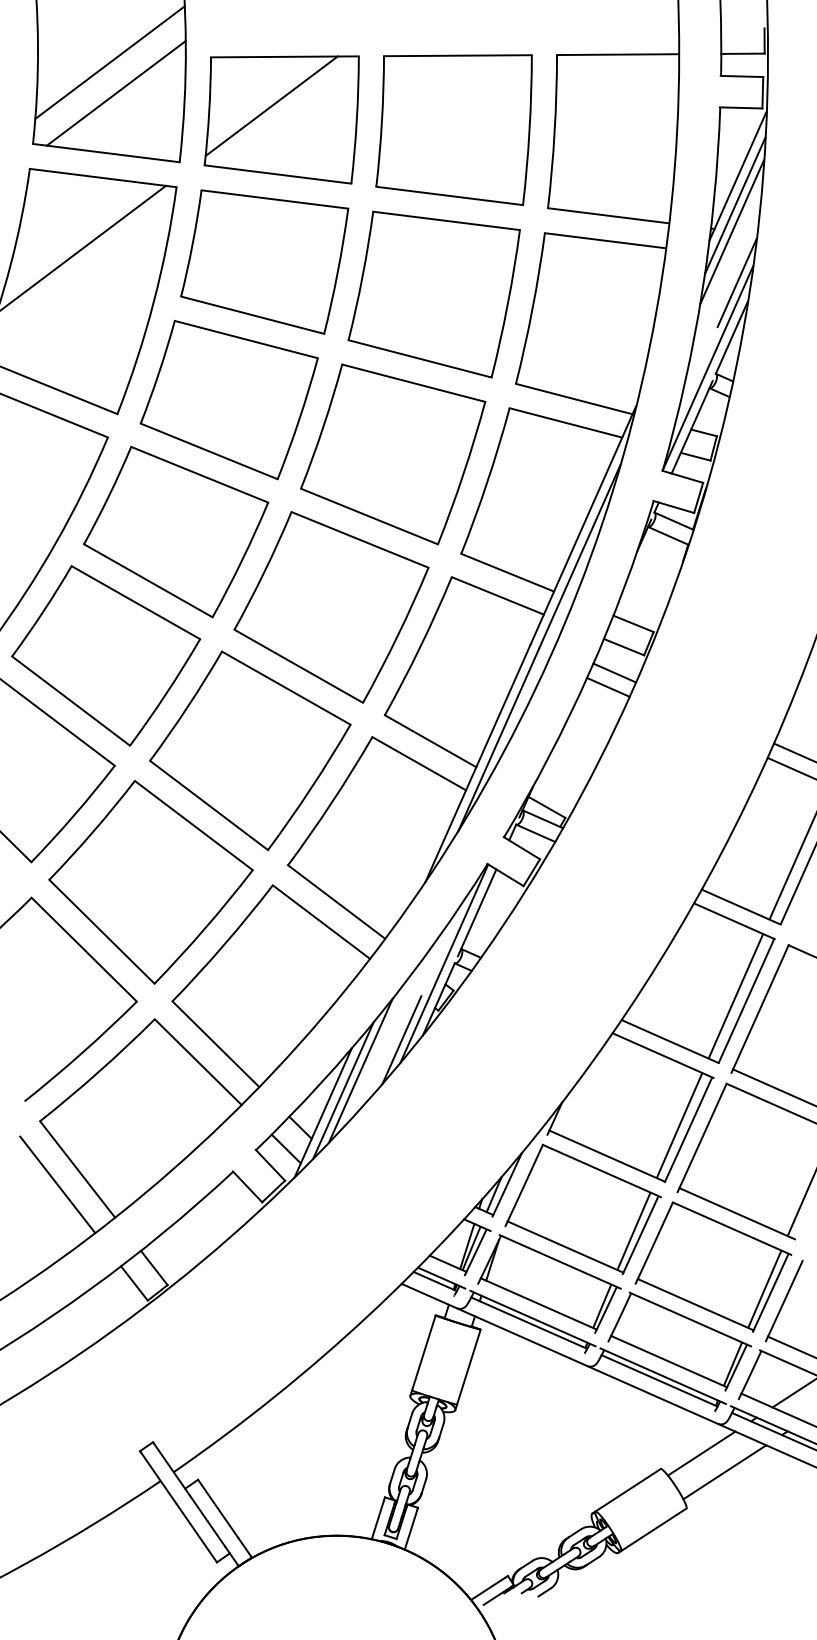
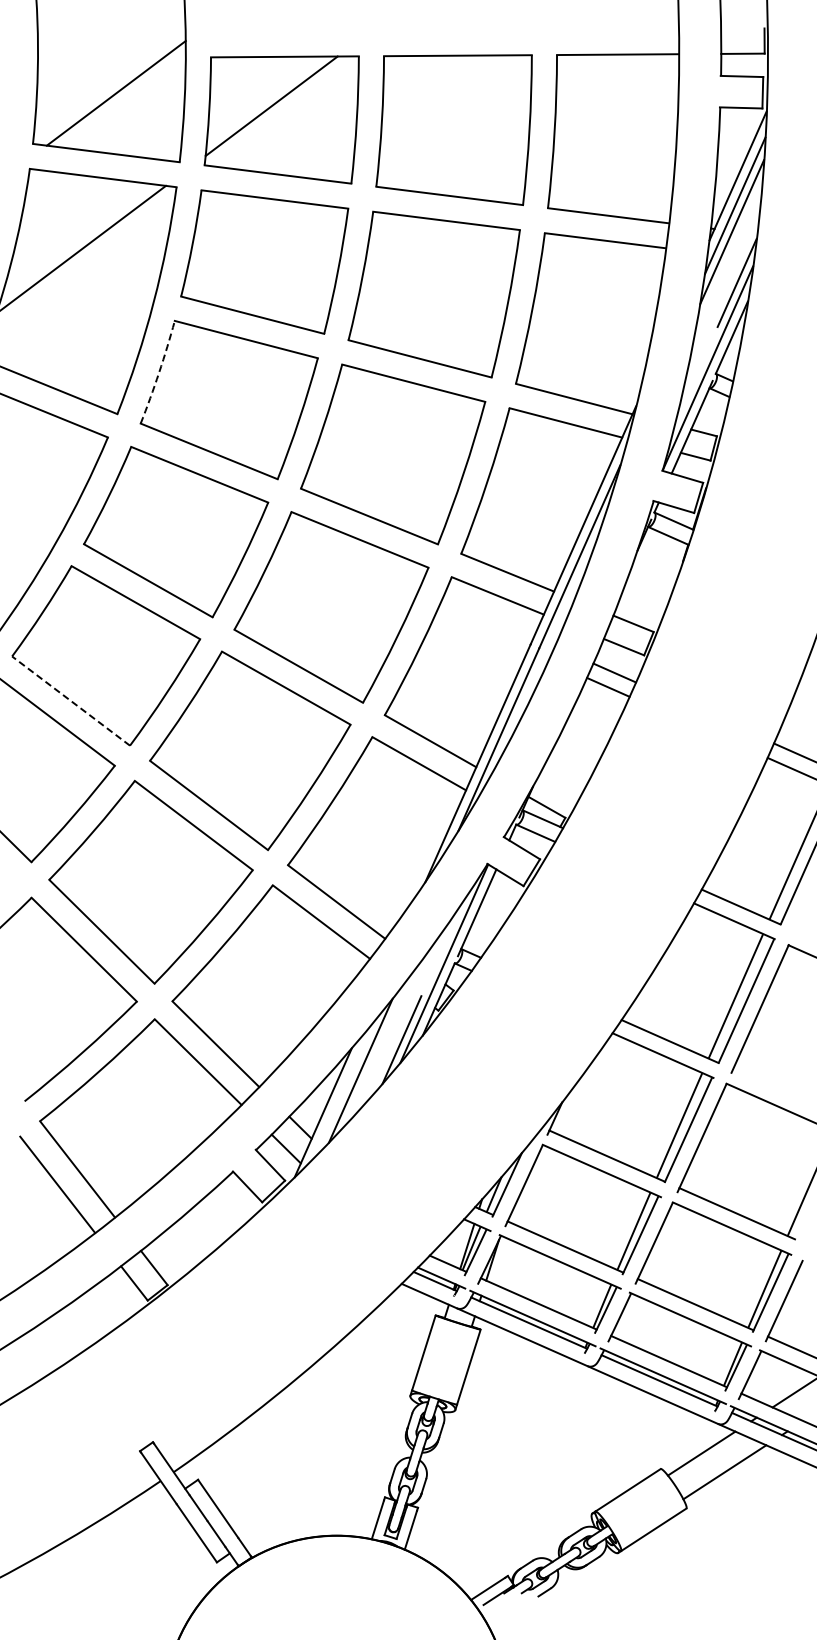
line at (109, 62): present -> none
arc at (159, 372): solid -> dashed
line at (71, 701): solid -> dashed
line at (773, 1087): present -> none
line at (343, 1090): present -> none
